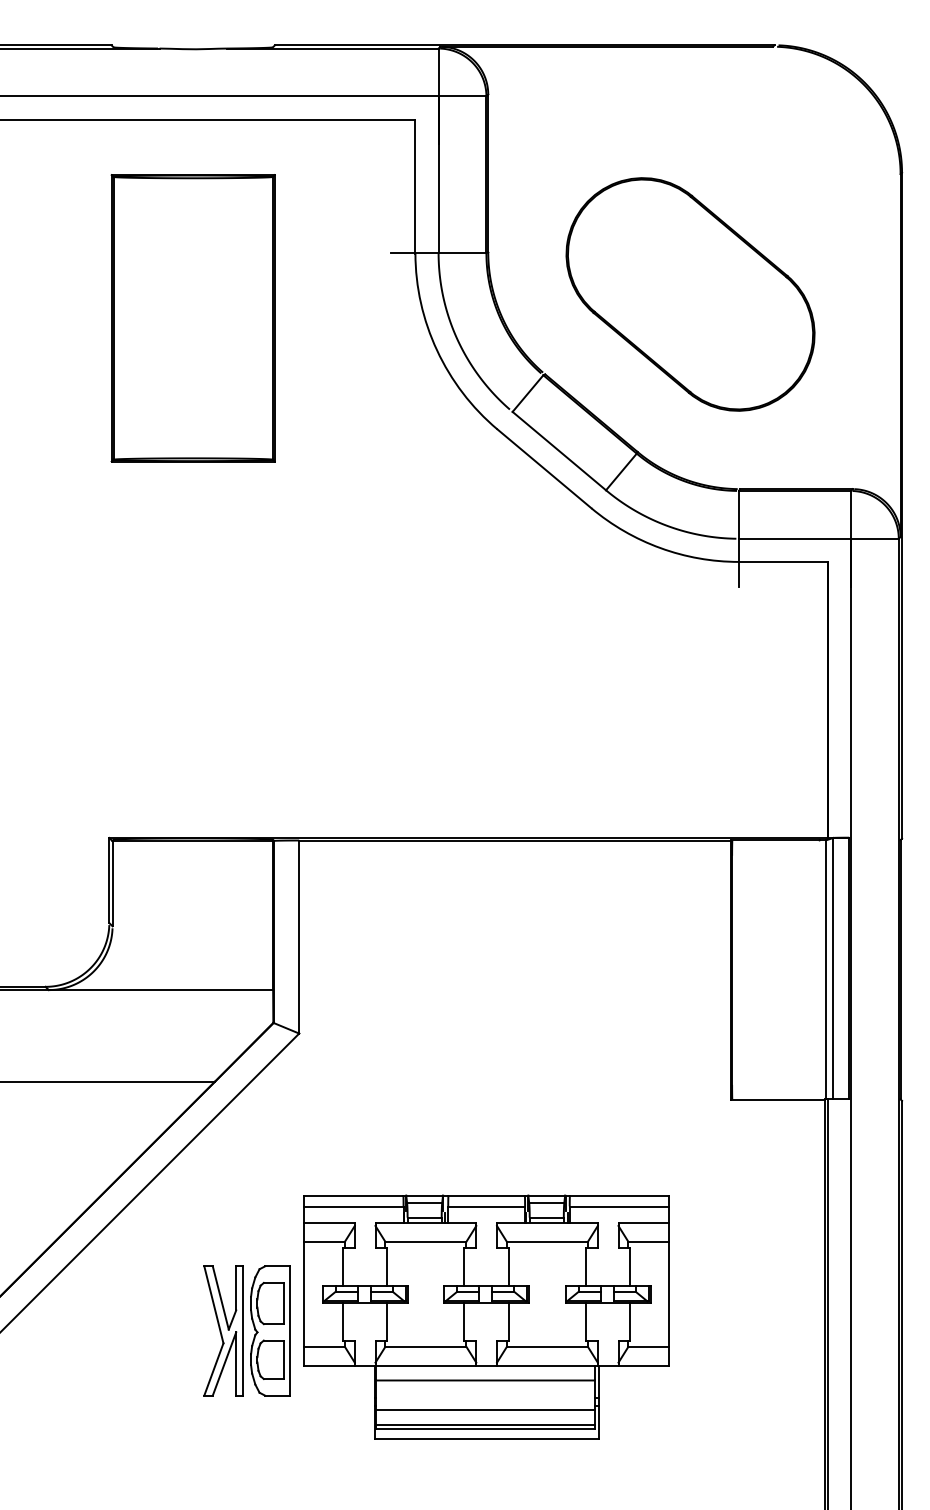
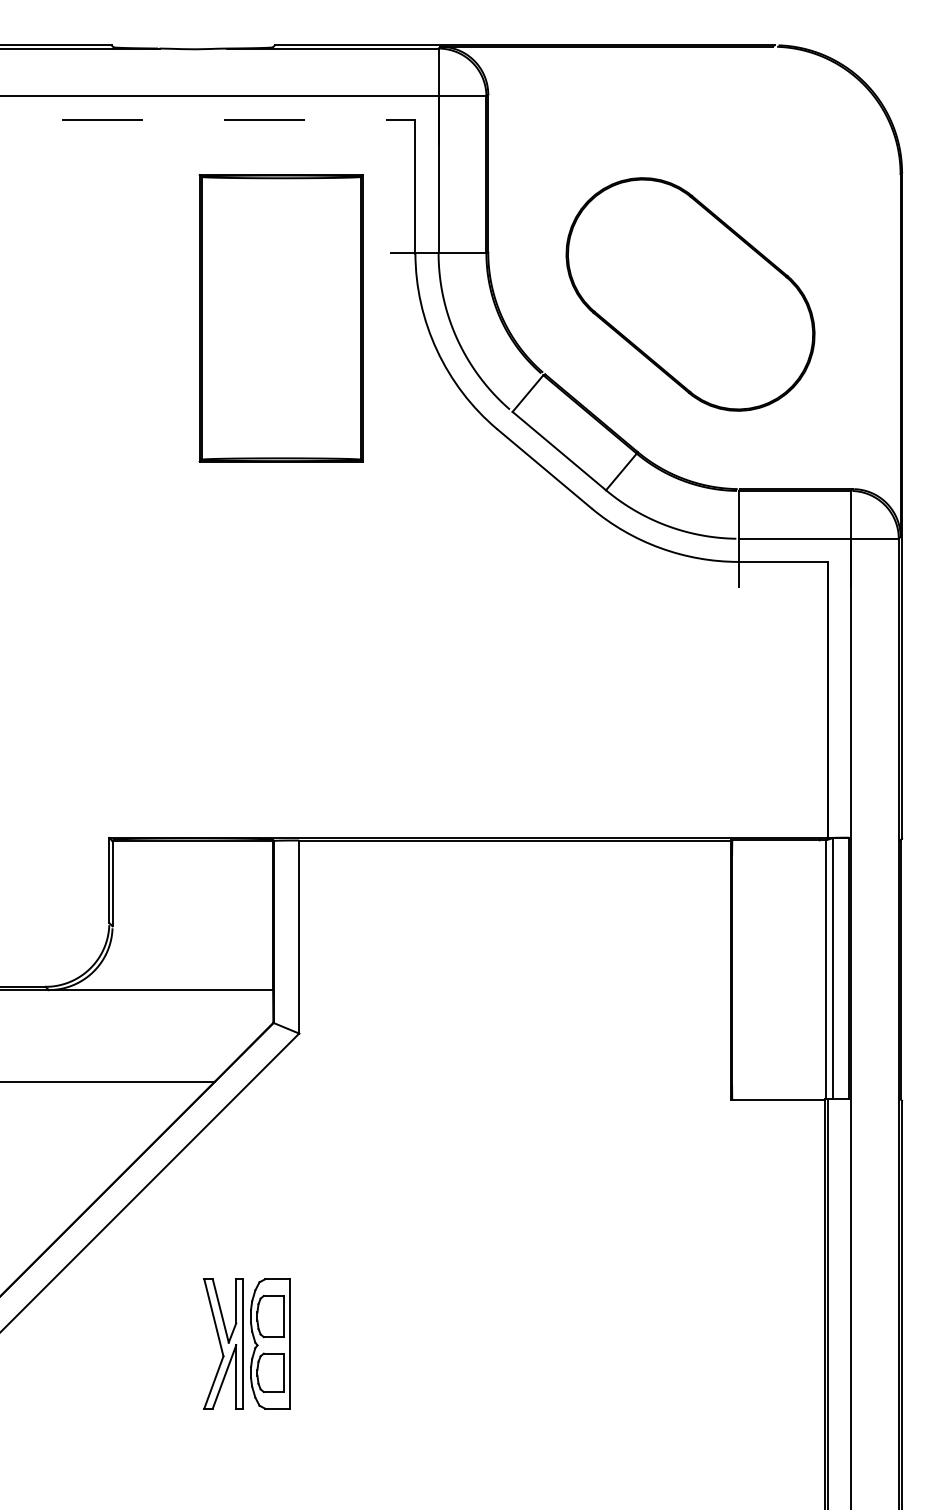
line at (207, 119): solid -> dashed
part at (192, 318) position: (192, 318) -> (280, 318)
part at (486, 1316): present -> none
part at (246, 1330) position: (246, 1330) -> (246, 1343)
